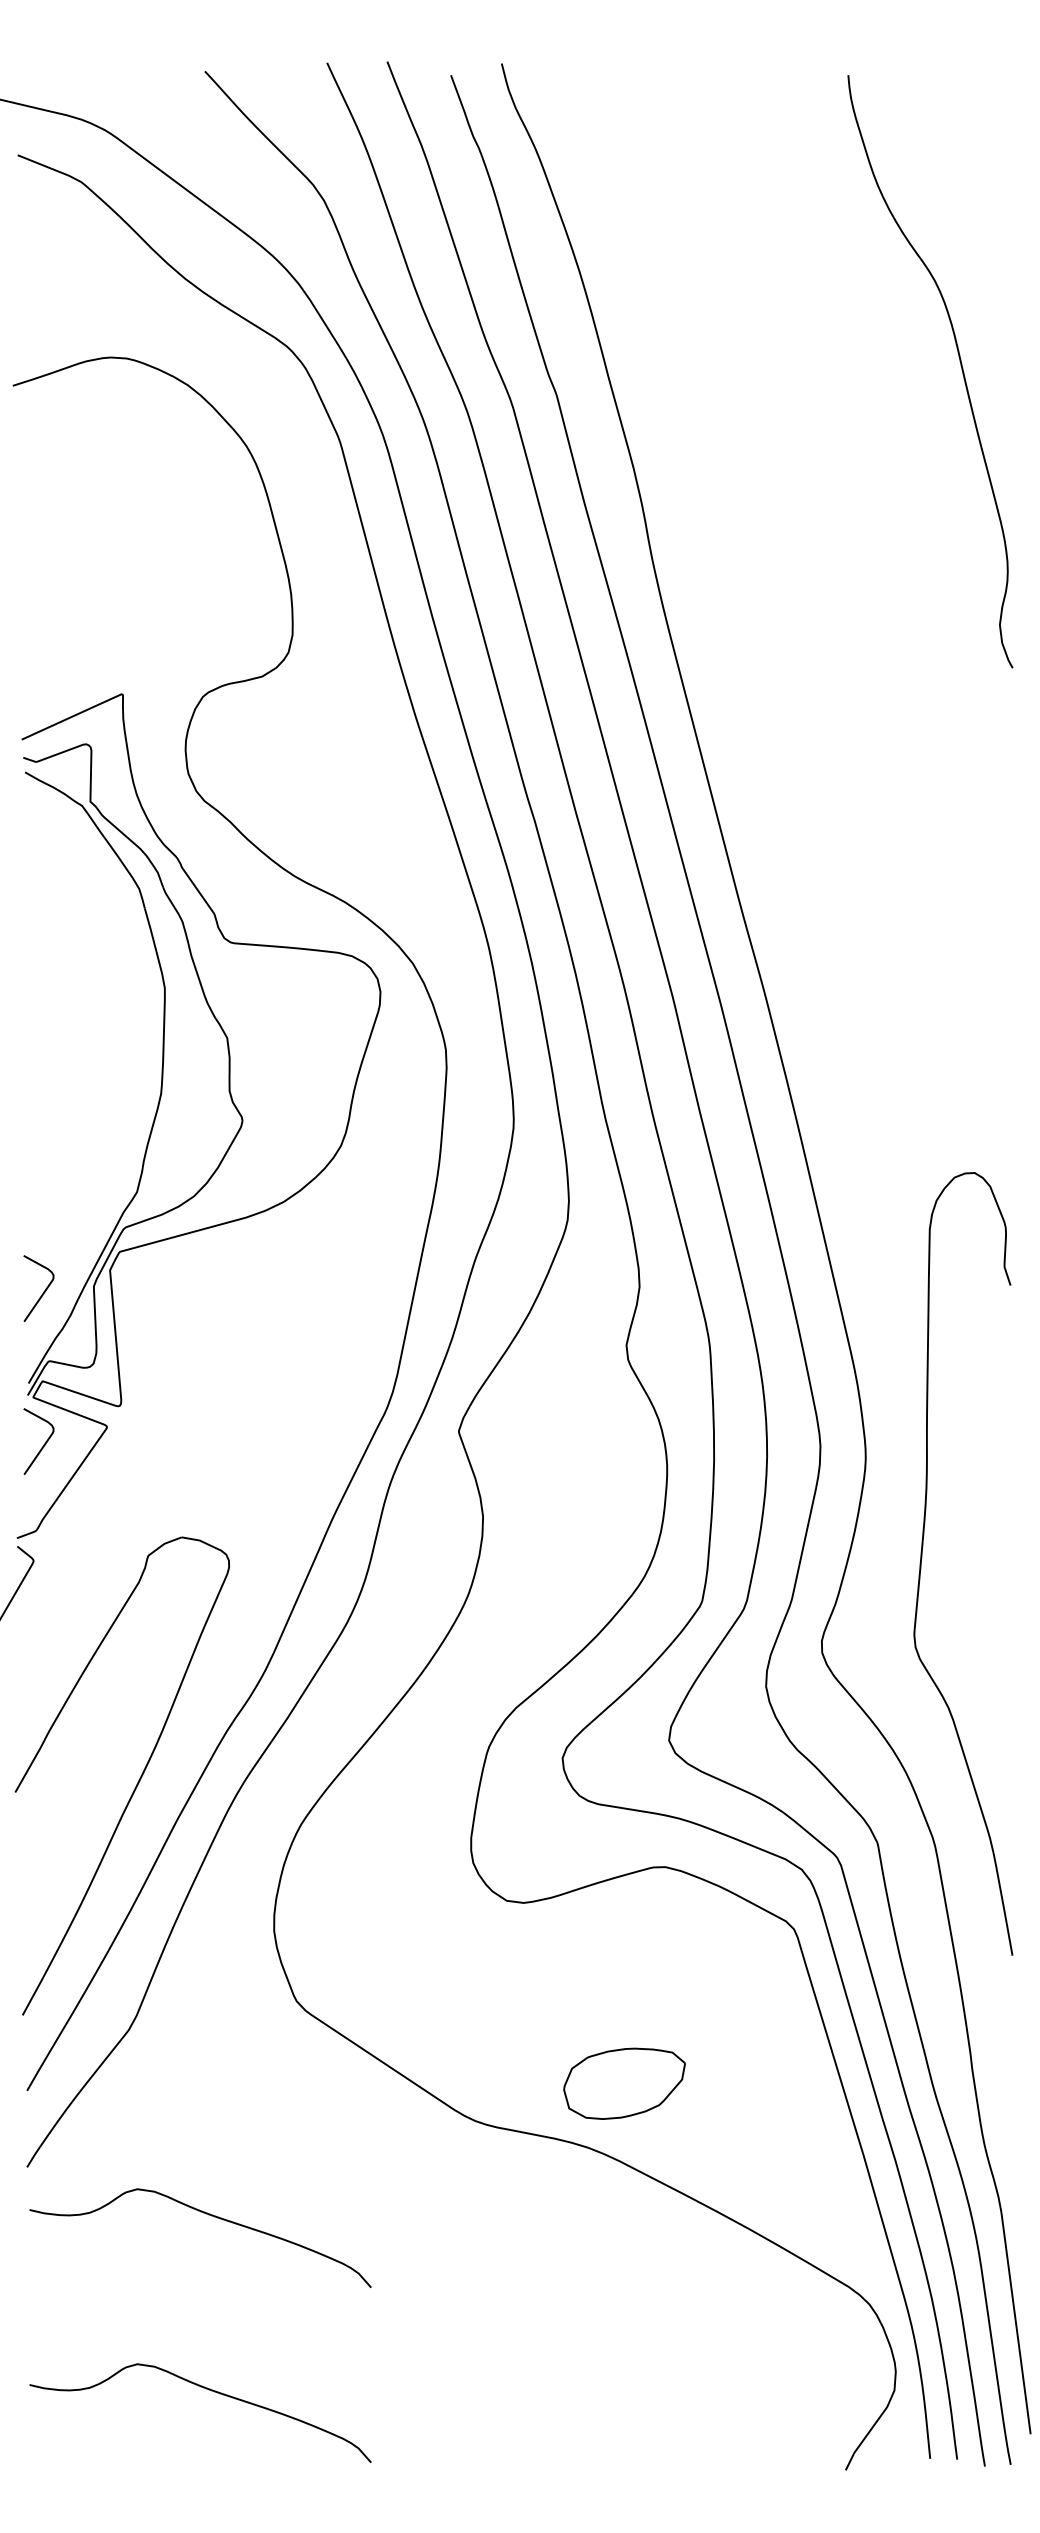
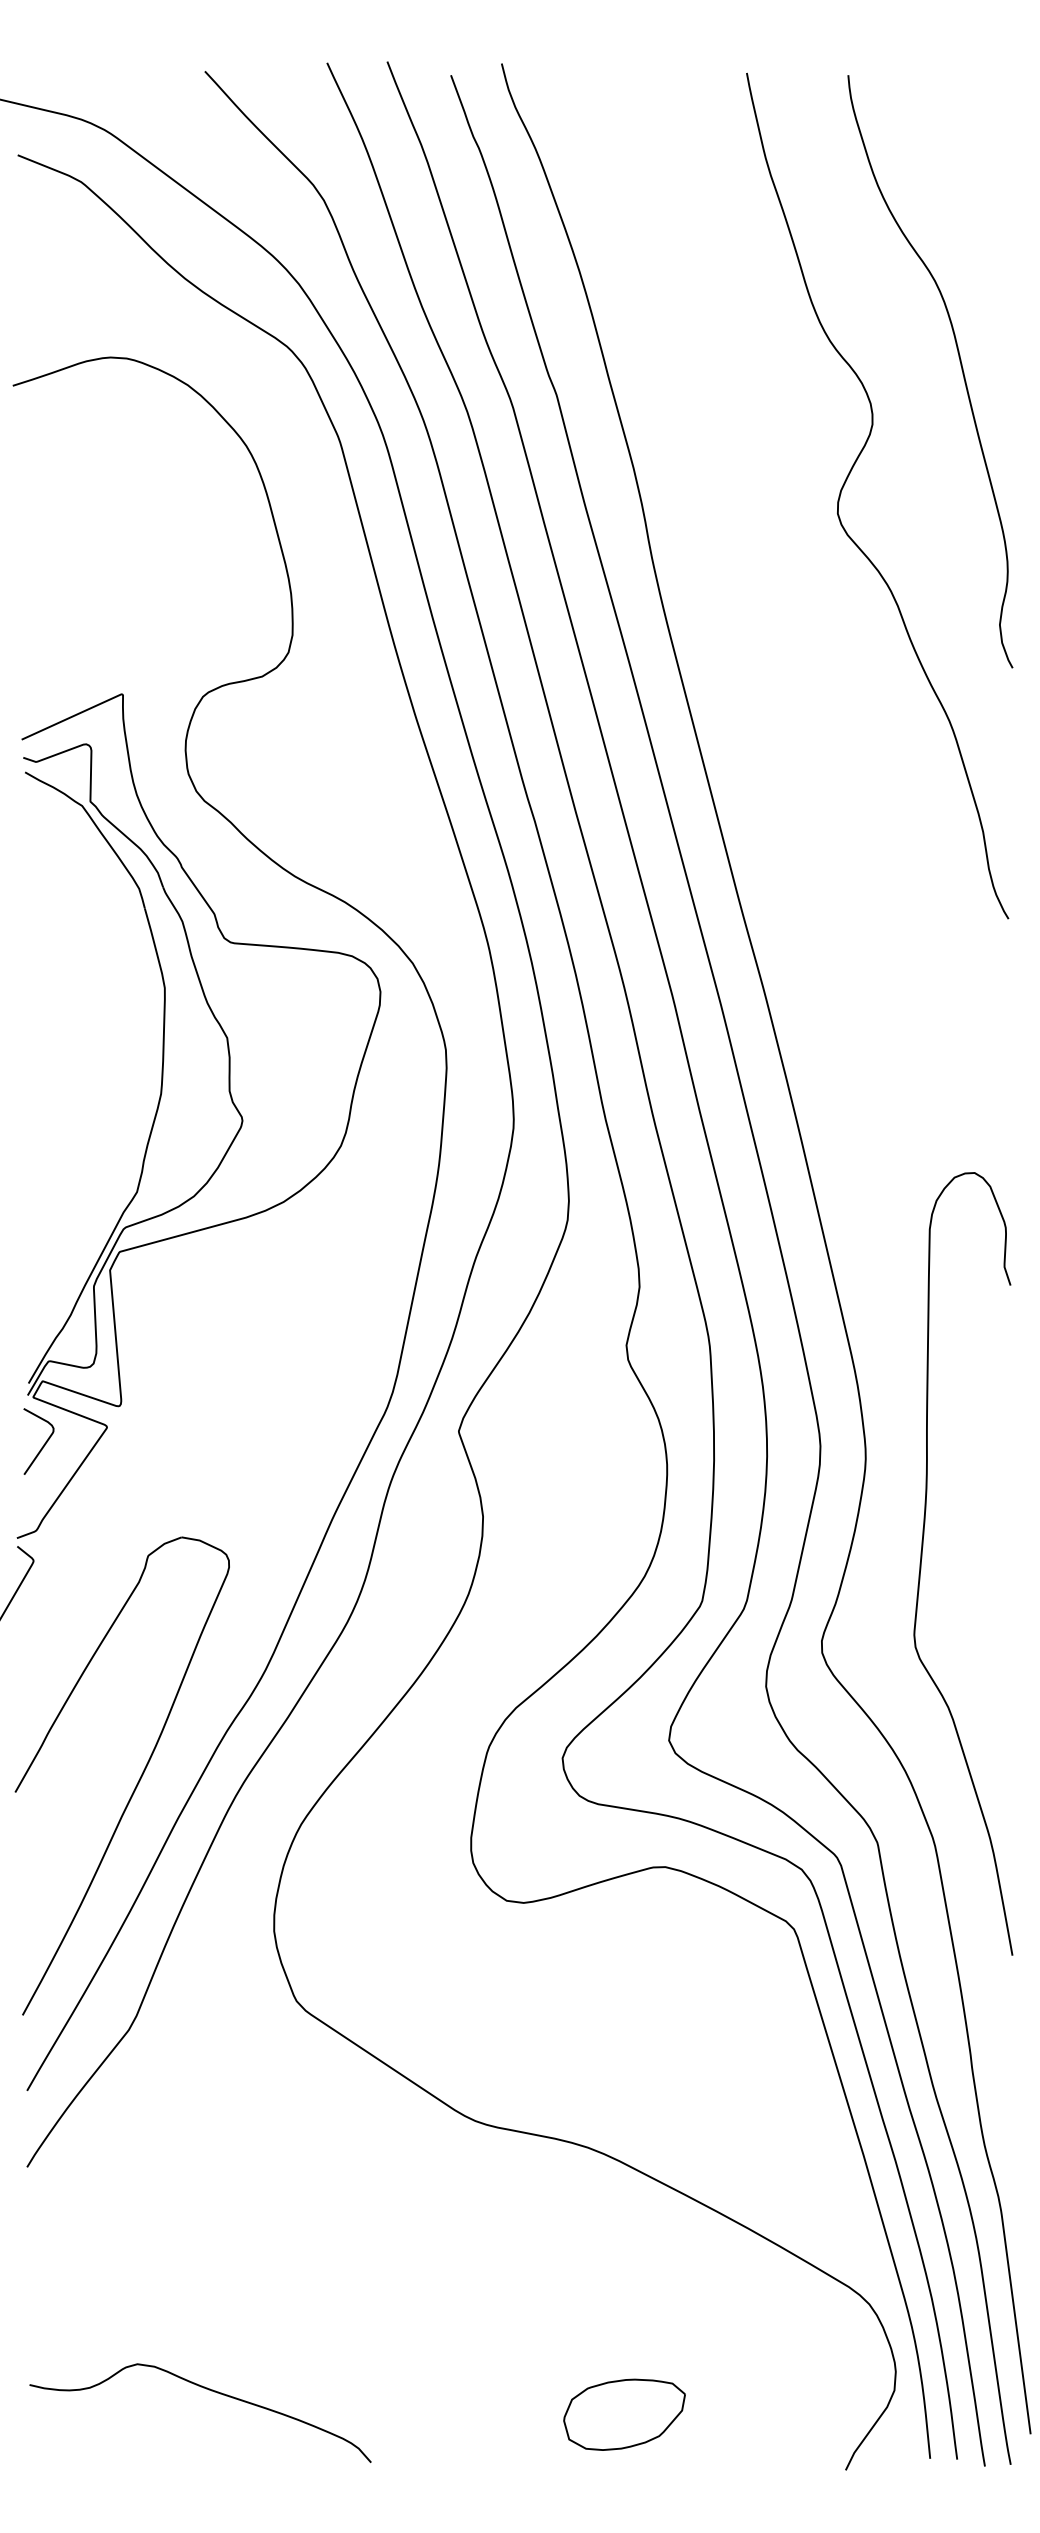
curve at (845, 484): none -> present
curve at (43, 1291): present -> none
part at (624, 2083) position: (624, 2083) -> (624, 2414)
curve at (208, 2215): present -> none
